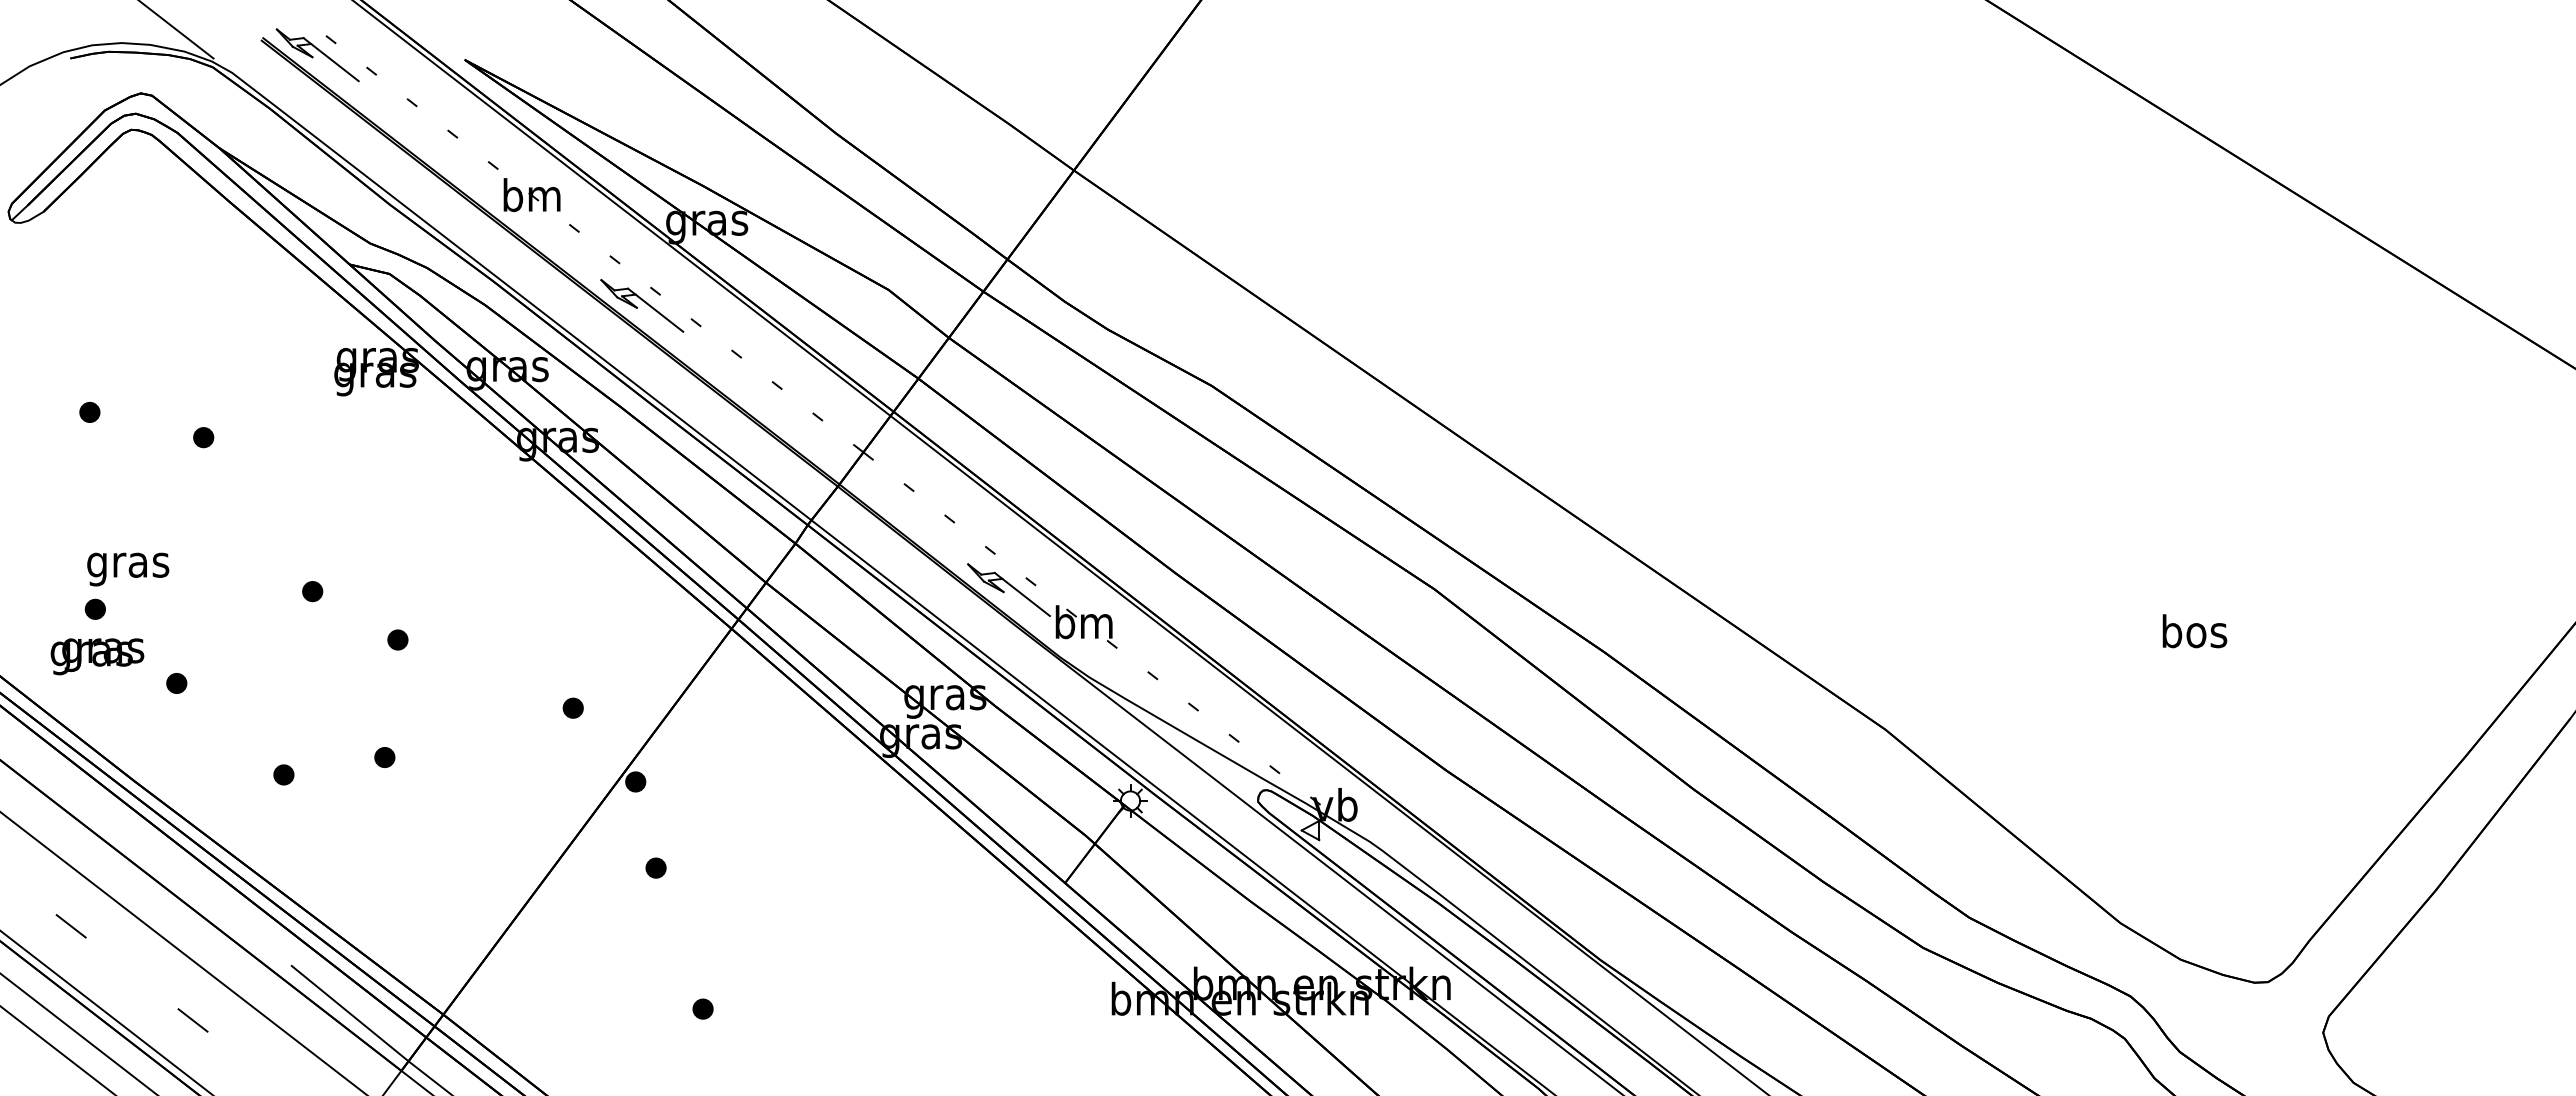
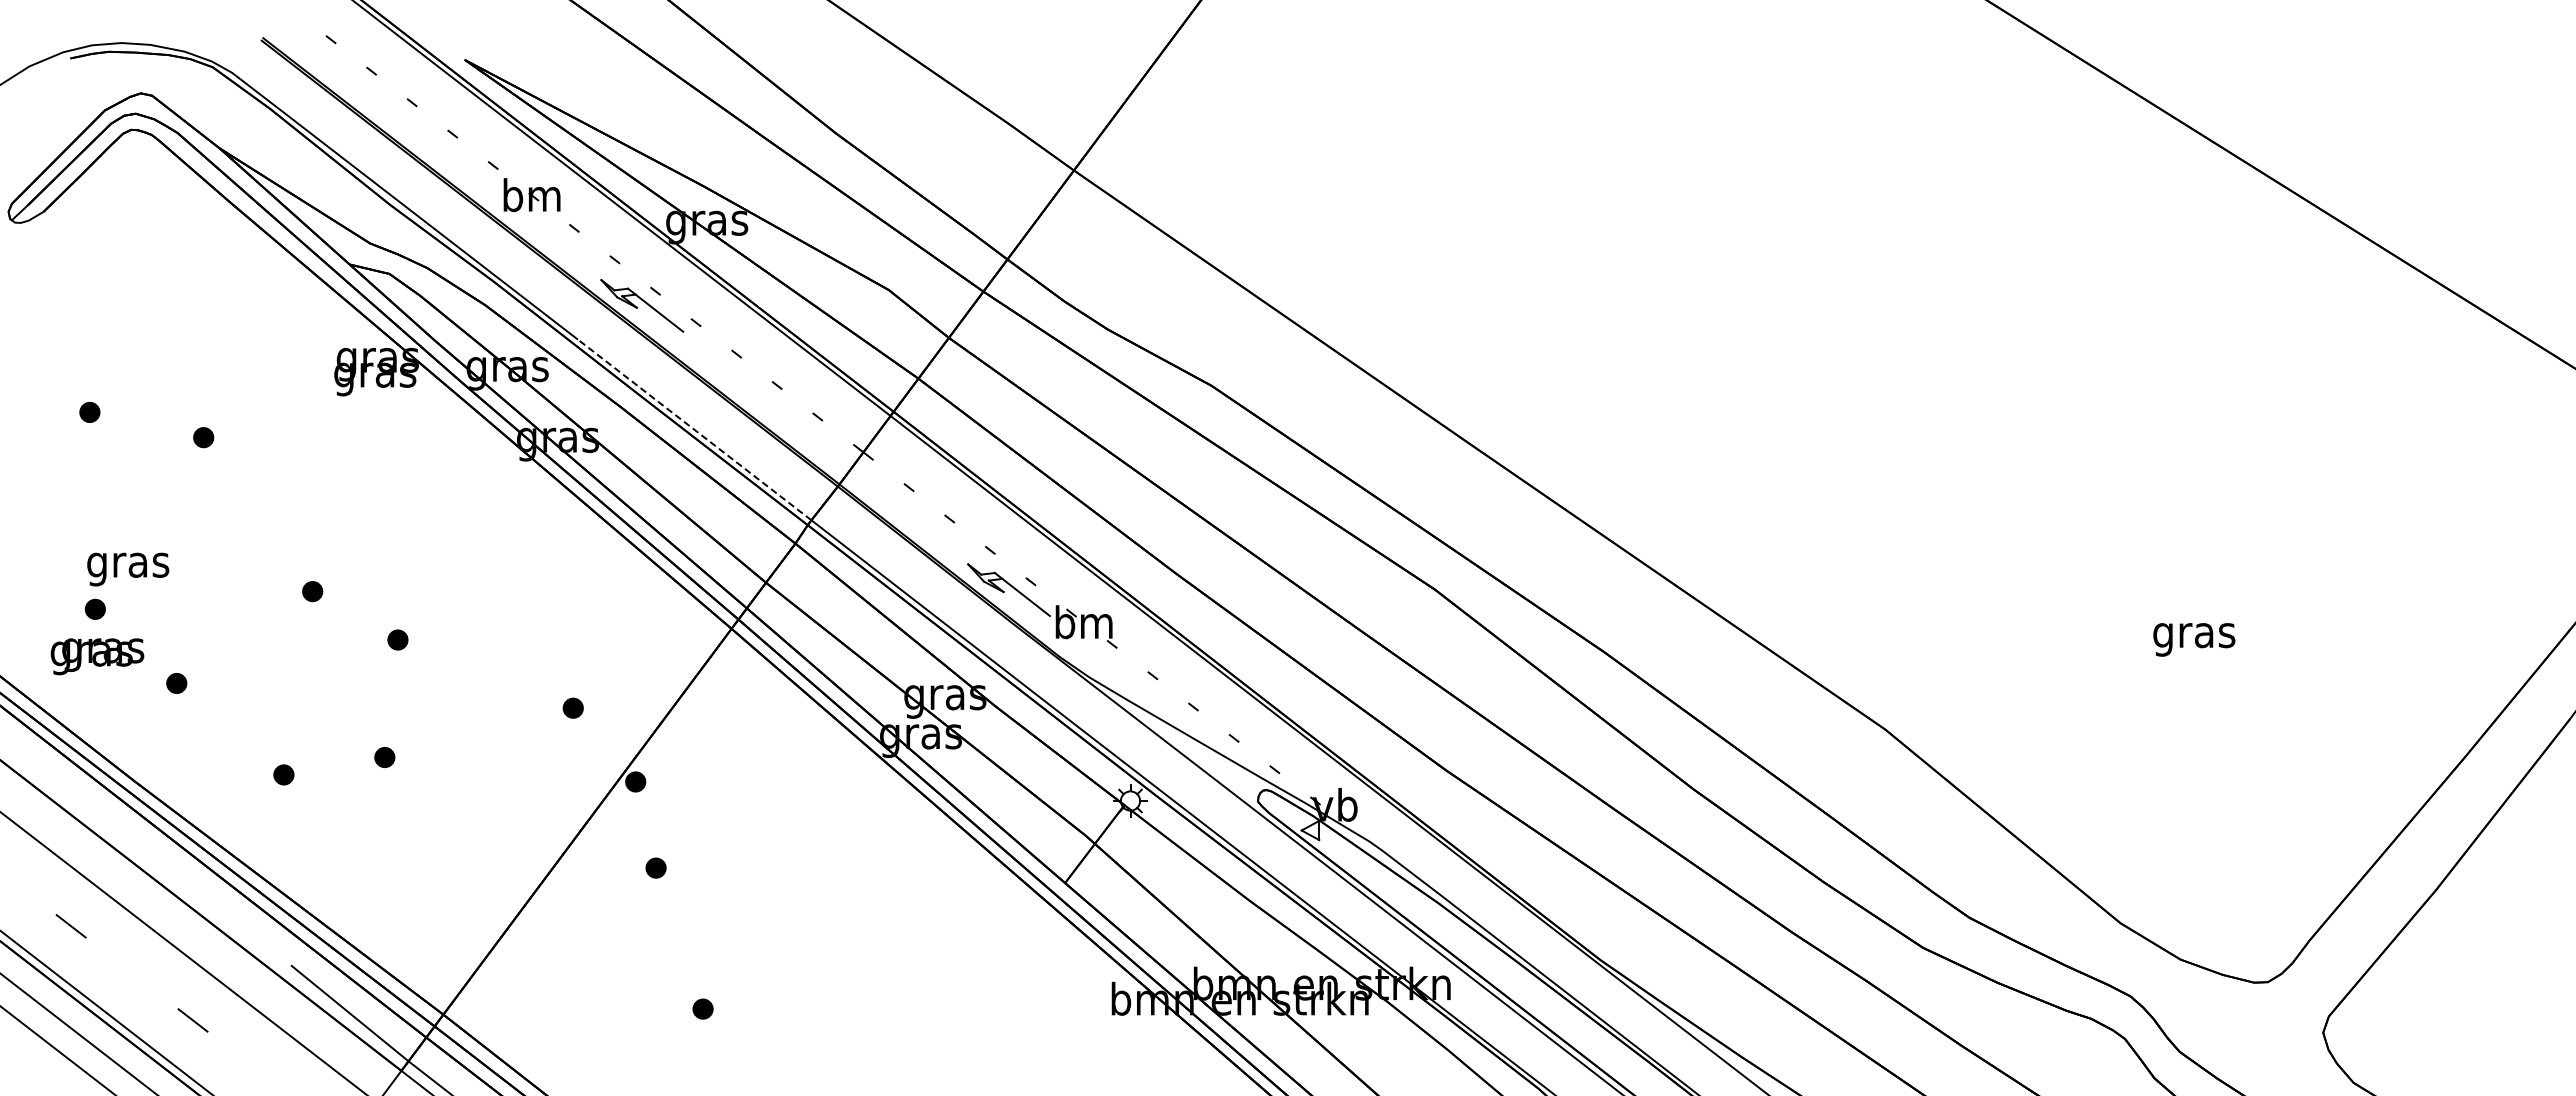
line at (177, 30): present -> none
part at (317, 55): present -> none
line at (694, 429): solid -> dashed
text at (2194, 635): bos -> gras
